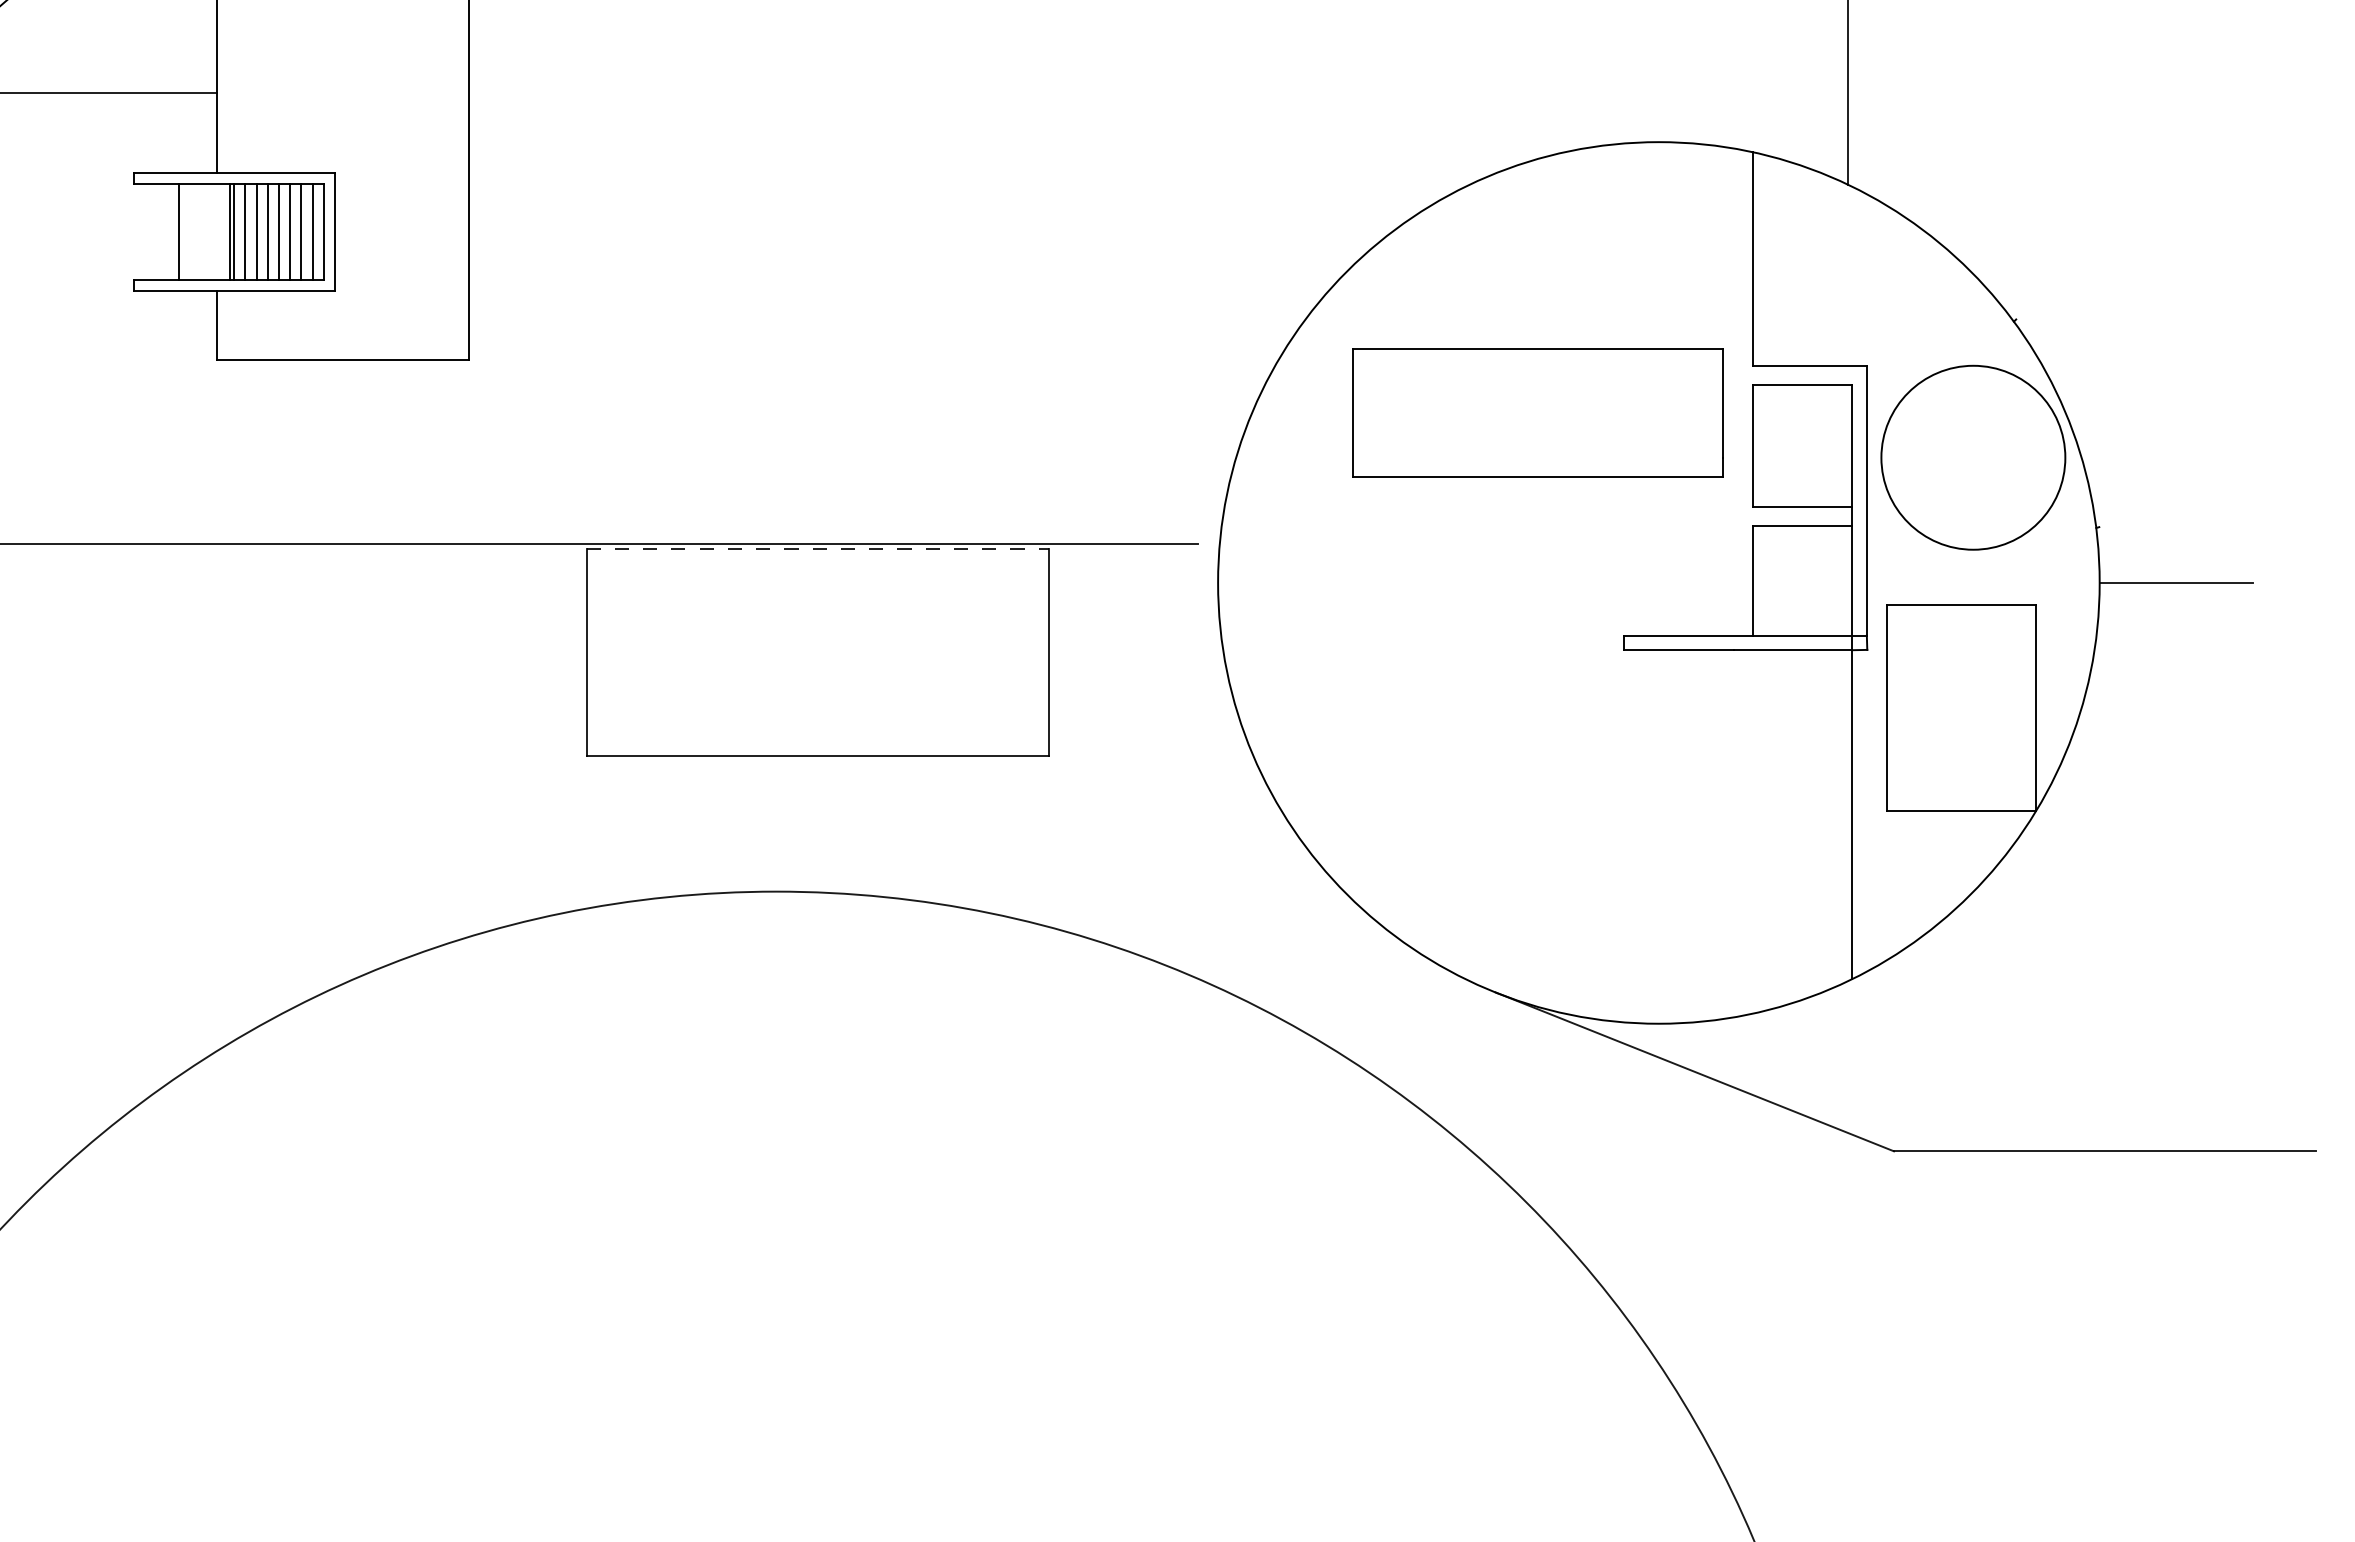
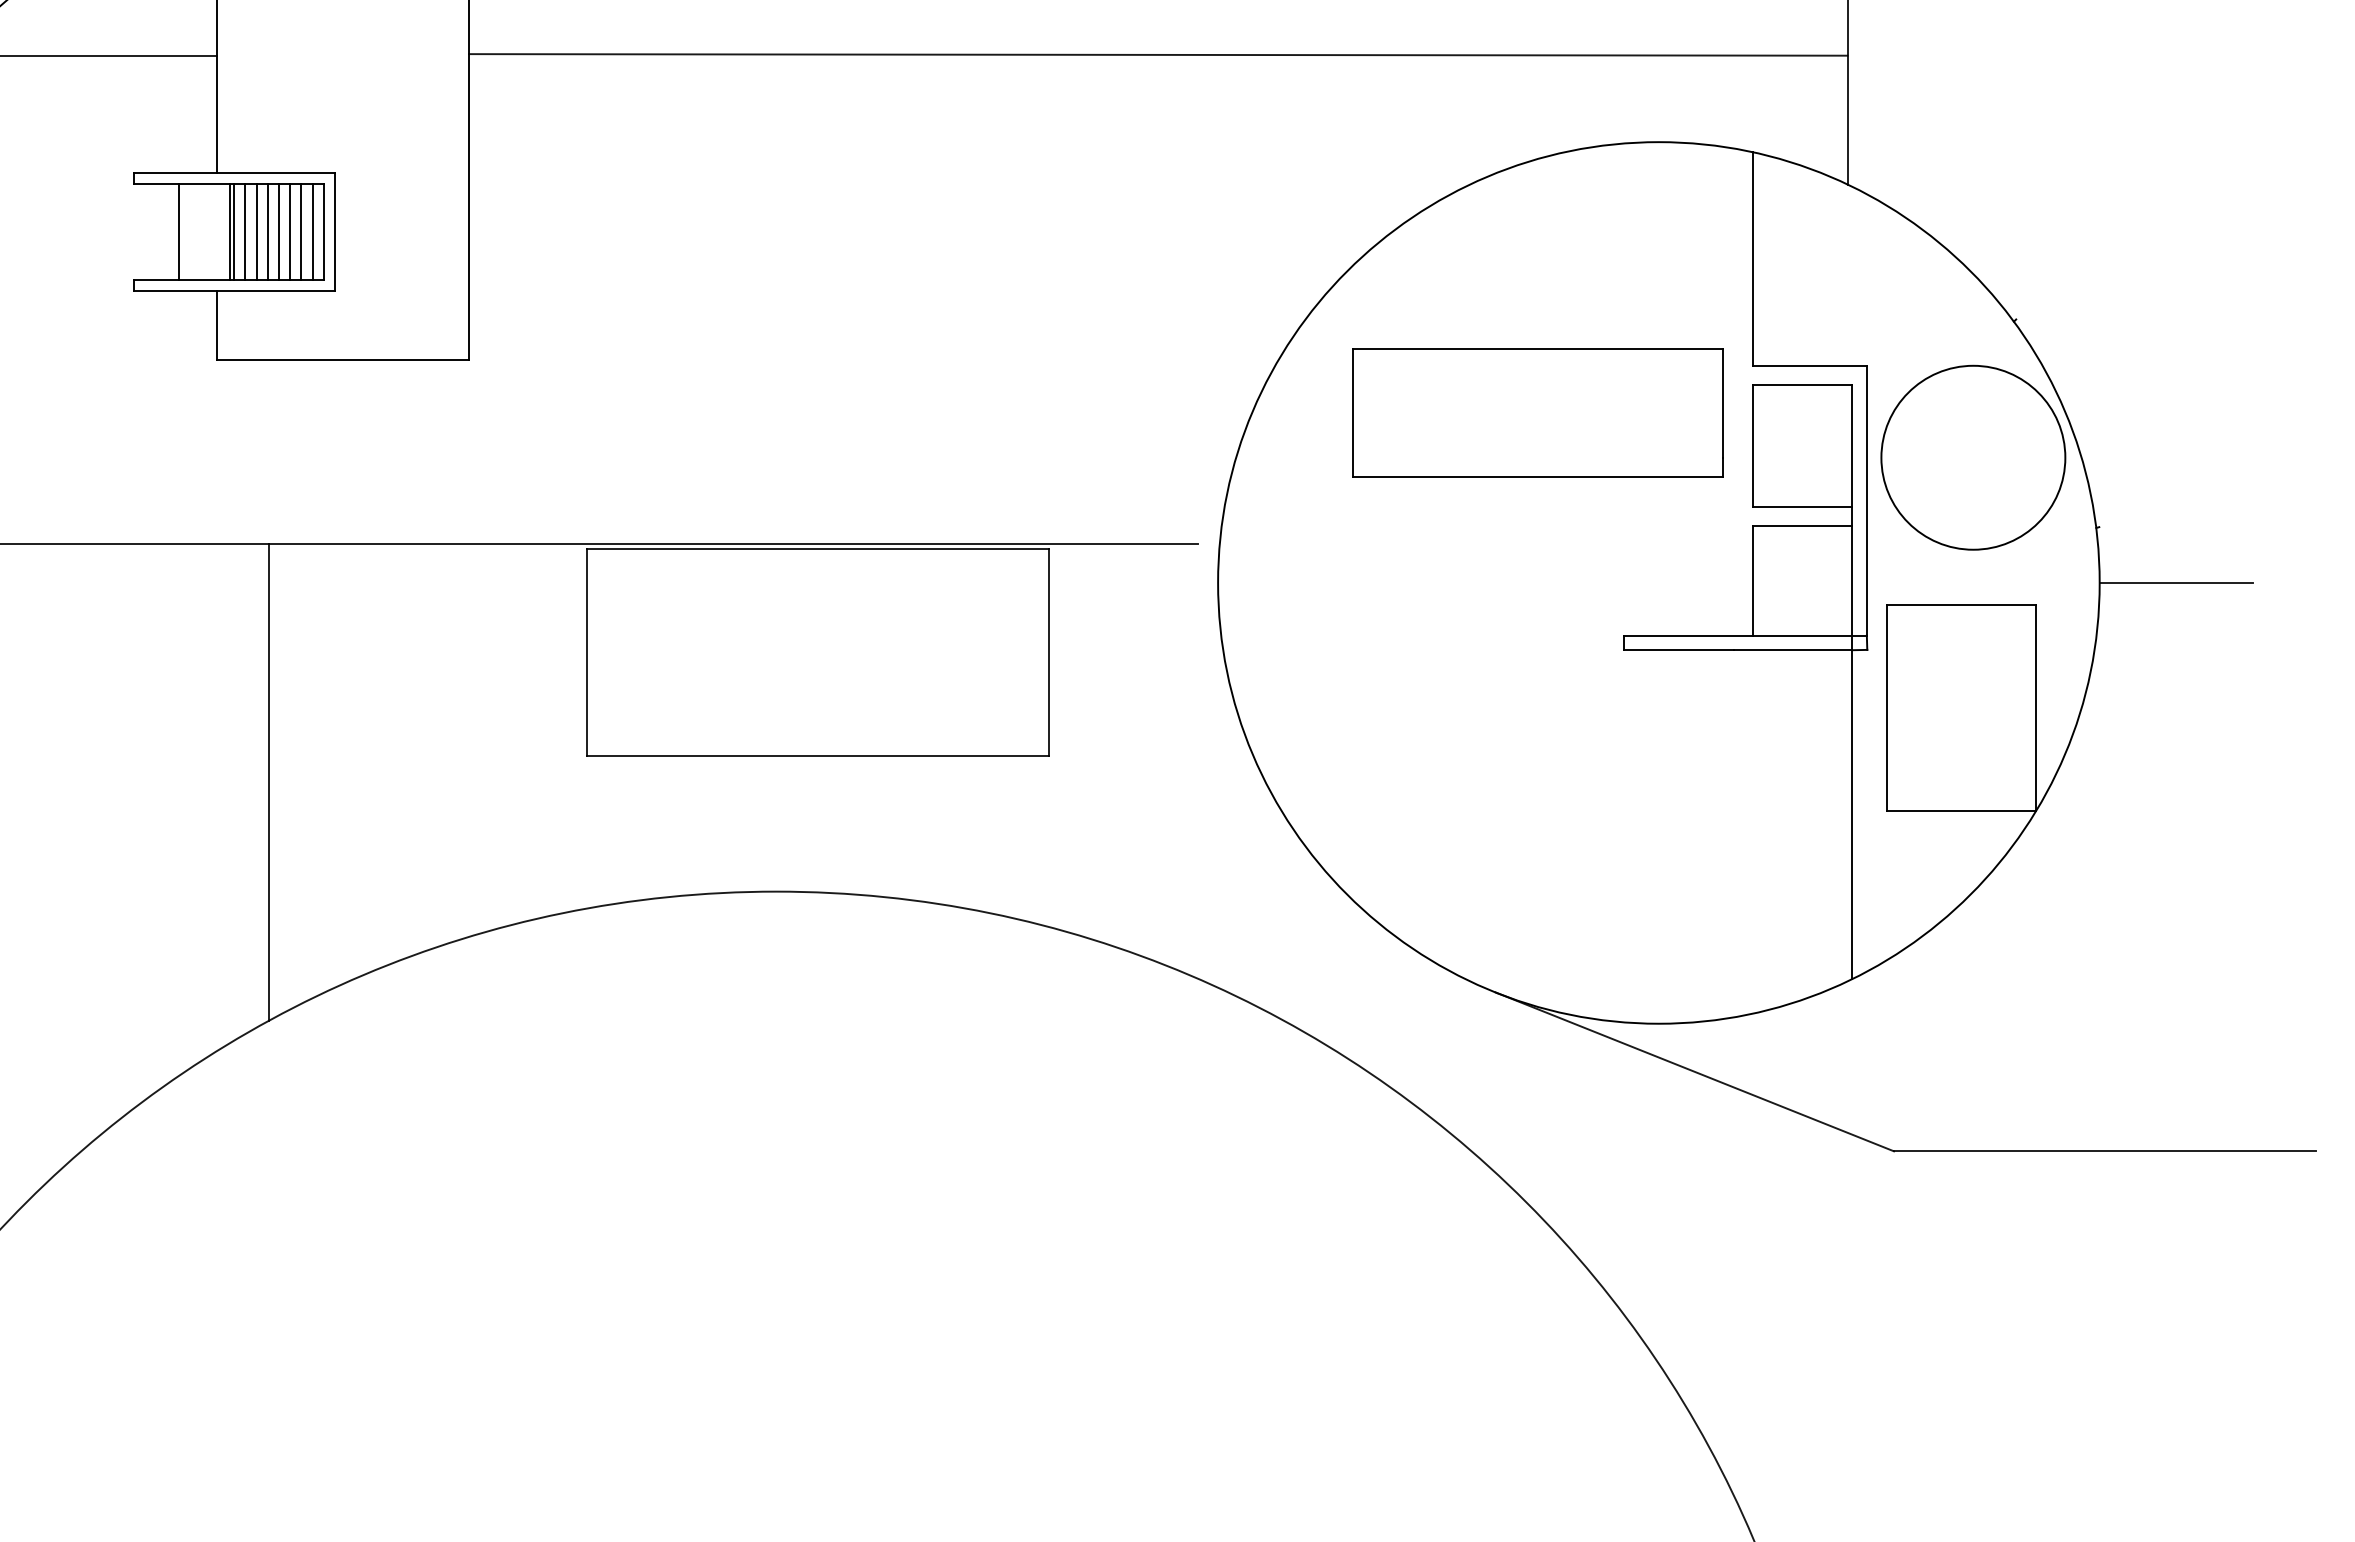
line at (1158, 54): none -> present
line at (109, 92) position: (109, 92) -> (109, 55)
line at (817, 549): dashed -> solid
line at (268, 782): none -> present
